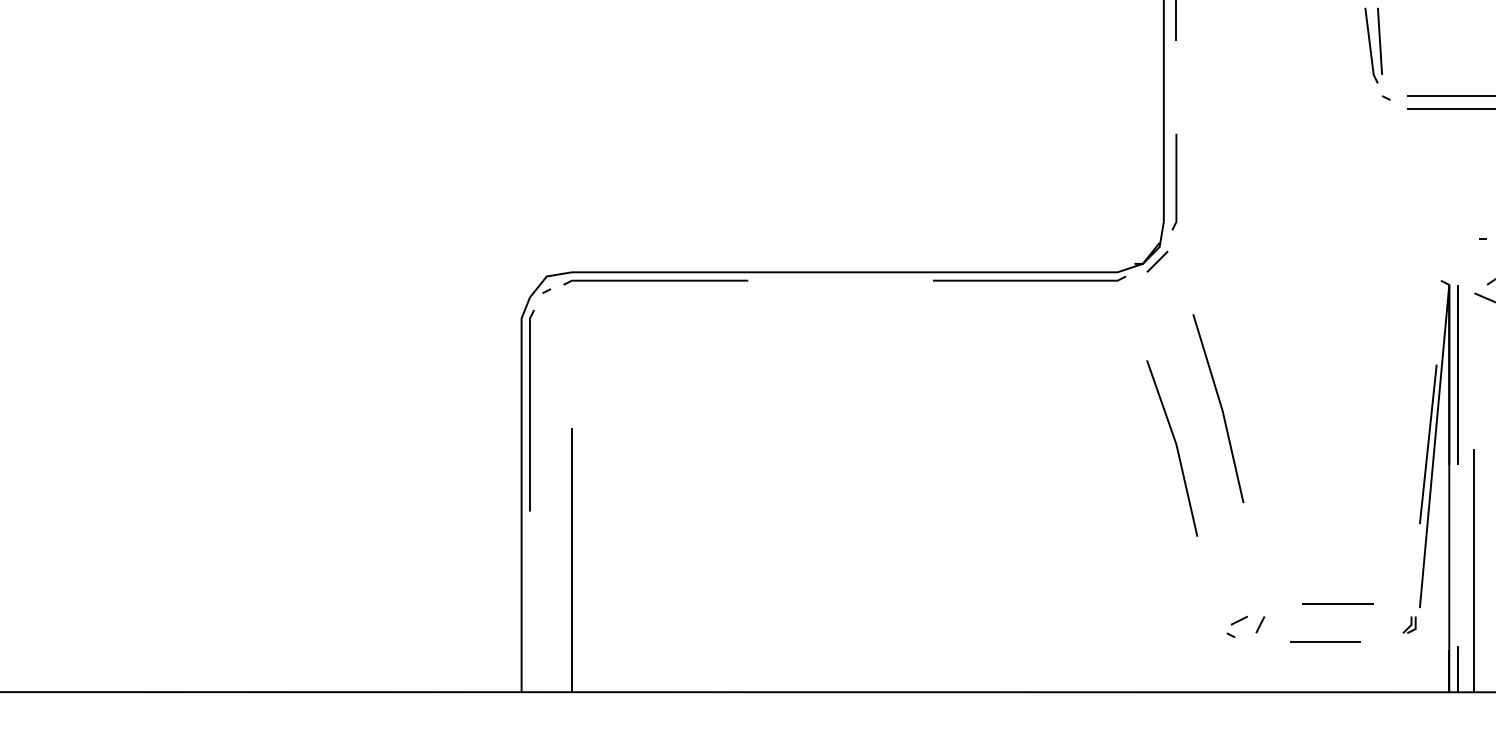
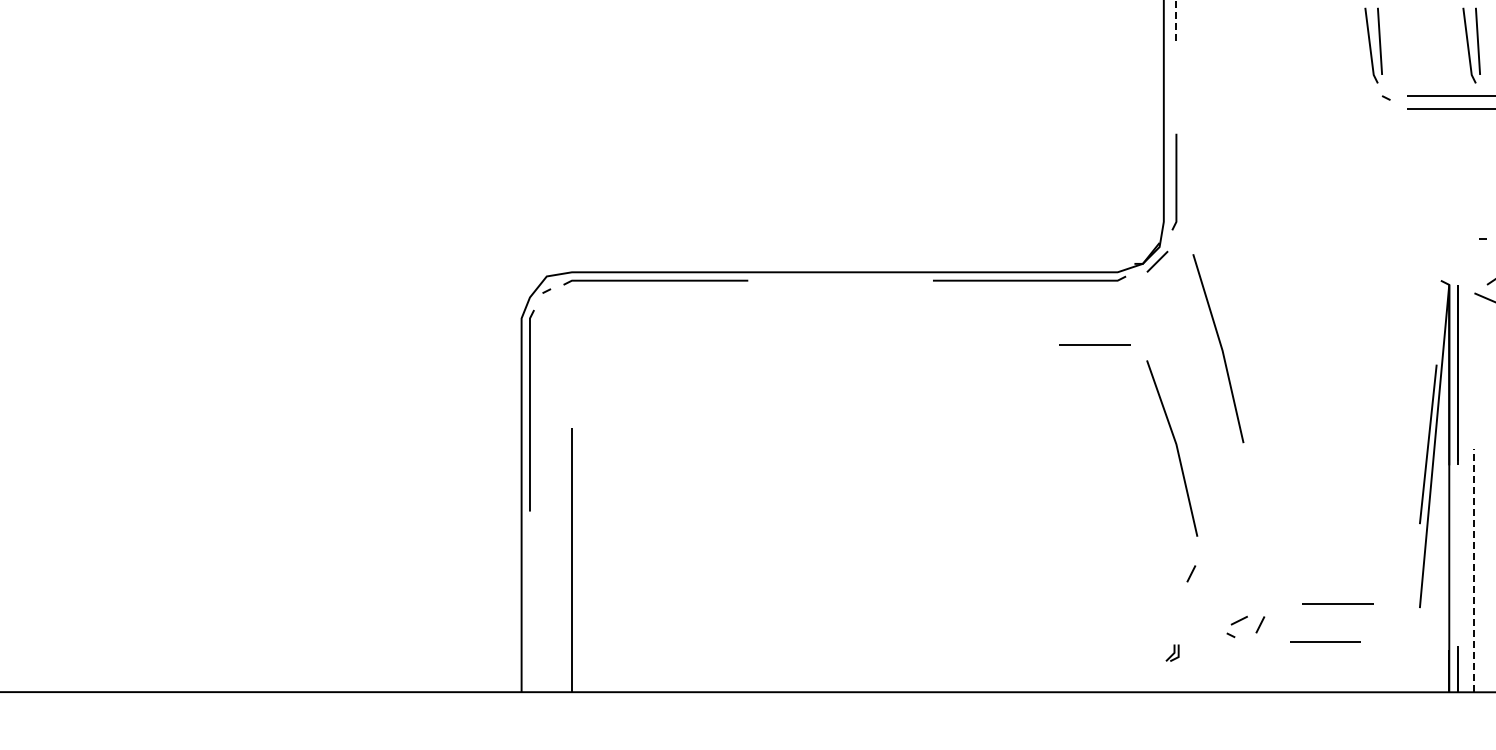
line at (1176, 20): solid -> dashed
part at (1471, 45): none -> present
line at (1094, 344): none -> present
line at (1220, 407) position: (1220, 407) -> (1220, 347)
line at (1474, 570): solid -> dashed
line at (1191, 573): none -> present
part at (1409, 624) position: (1409, 624) -> (1172, 652)
